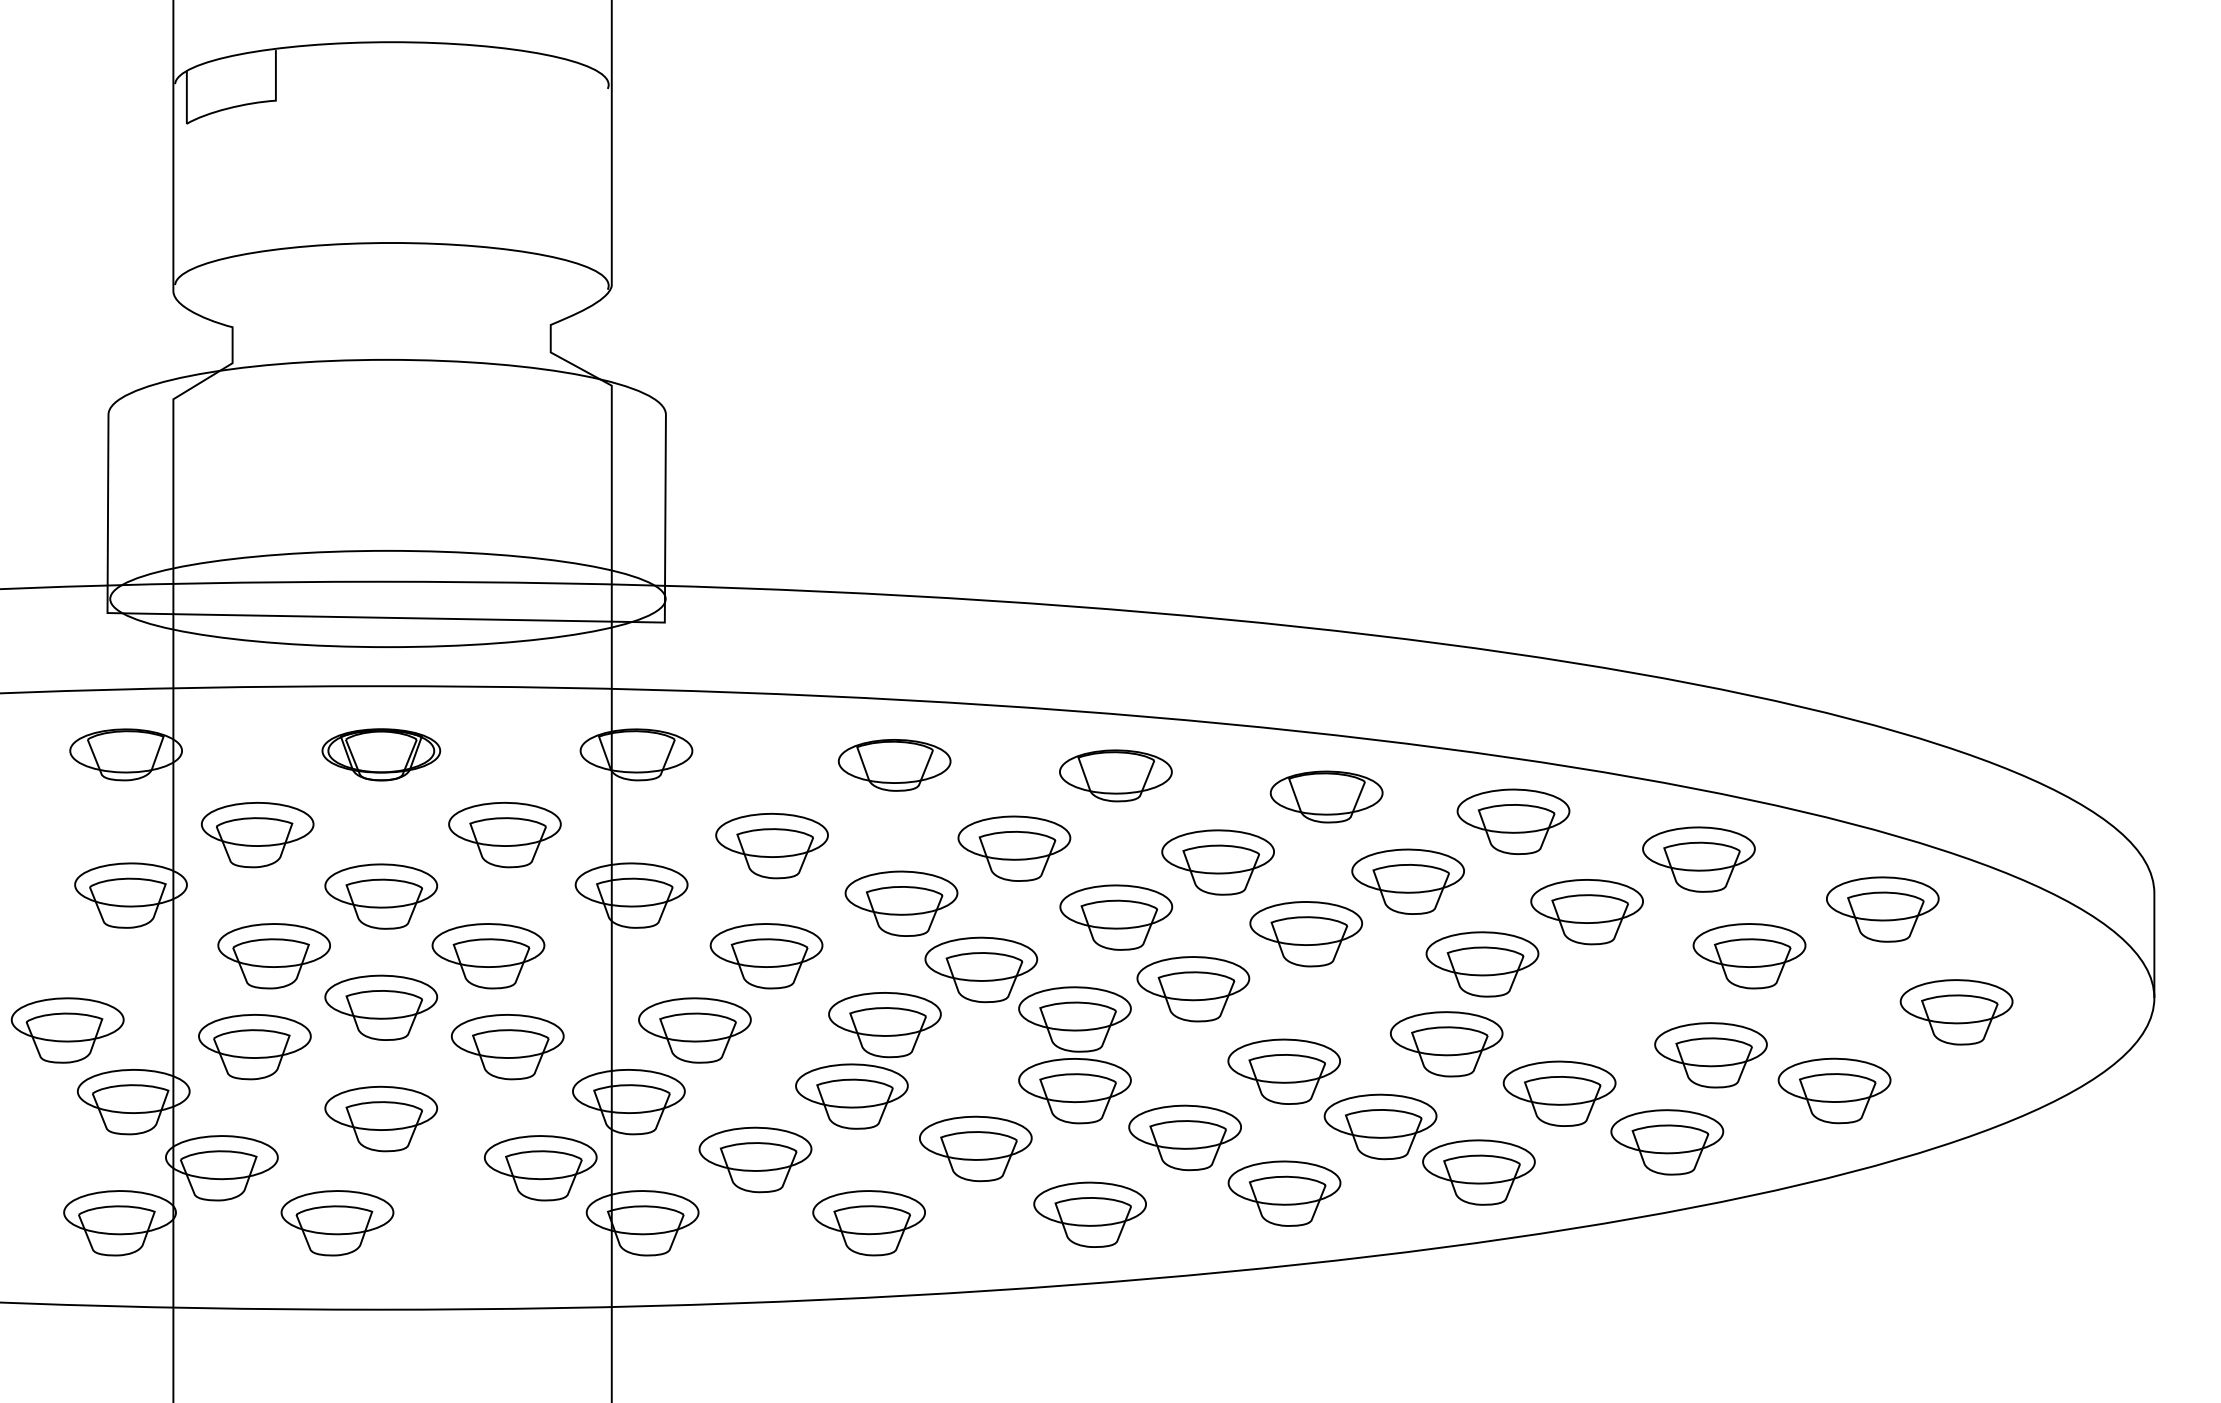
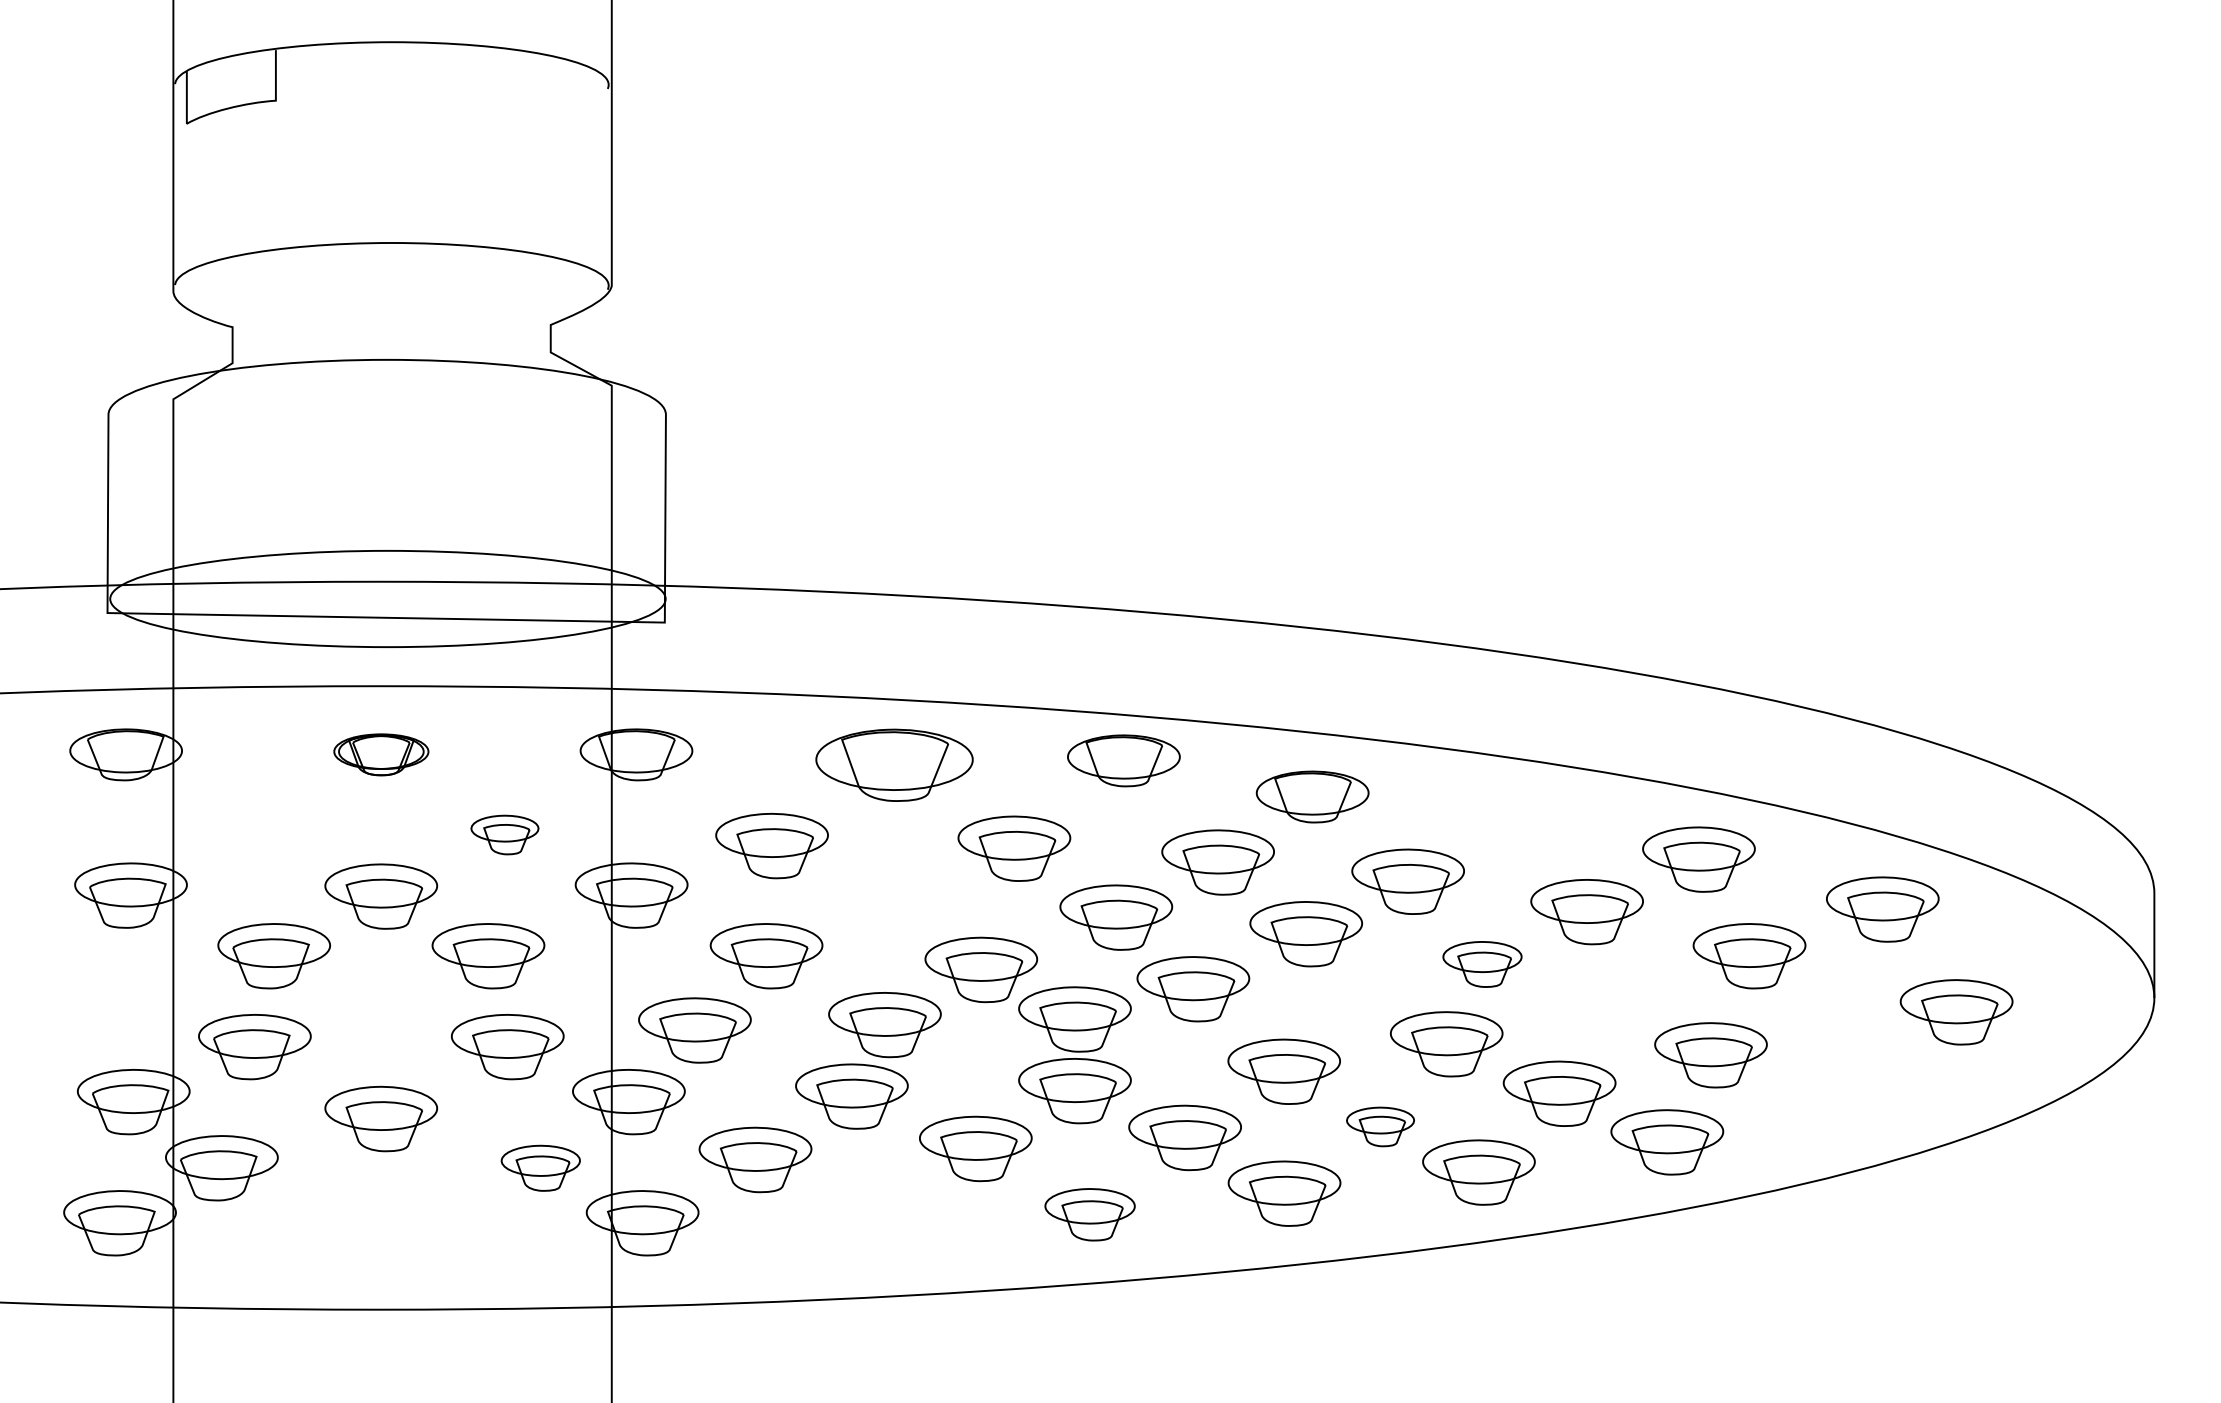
part at (381, 754) size: 121x54 px -> 97x44 px
part at (894, 765) size: 114x53 px -> 159x74 px
part at (1115, 775) position: (1115, 775) -> (1123, 760)
part at (1326, 796) position: (1326, 796) -> (1312, 796)
part at (1513, 821): present -> none
part at (504, 834) size: 114x68 px -> 70x42 px
part at (257, 835): present -> none
part at (901, 903): present -> none
part at (1482, 964) size: 115x67 px -> 81x47 px
part at (381, 1007): present -> none
part at (67, 1030): present -> none
part at (1834, 1090): present -> none
part at (1380, 1126) size: 115x68 px -> 69x42 px
part at (540, 1168) size: 114x67 px -> 81x48 px
part at (1089, 1214) size: 114x67 px -> 92x54 px
part at (337, 1223): present -> none
part at (868, 1223): present -> none
